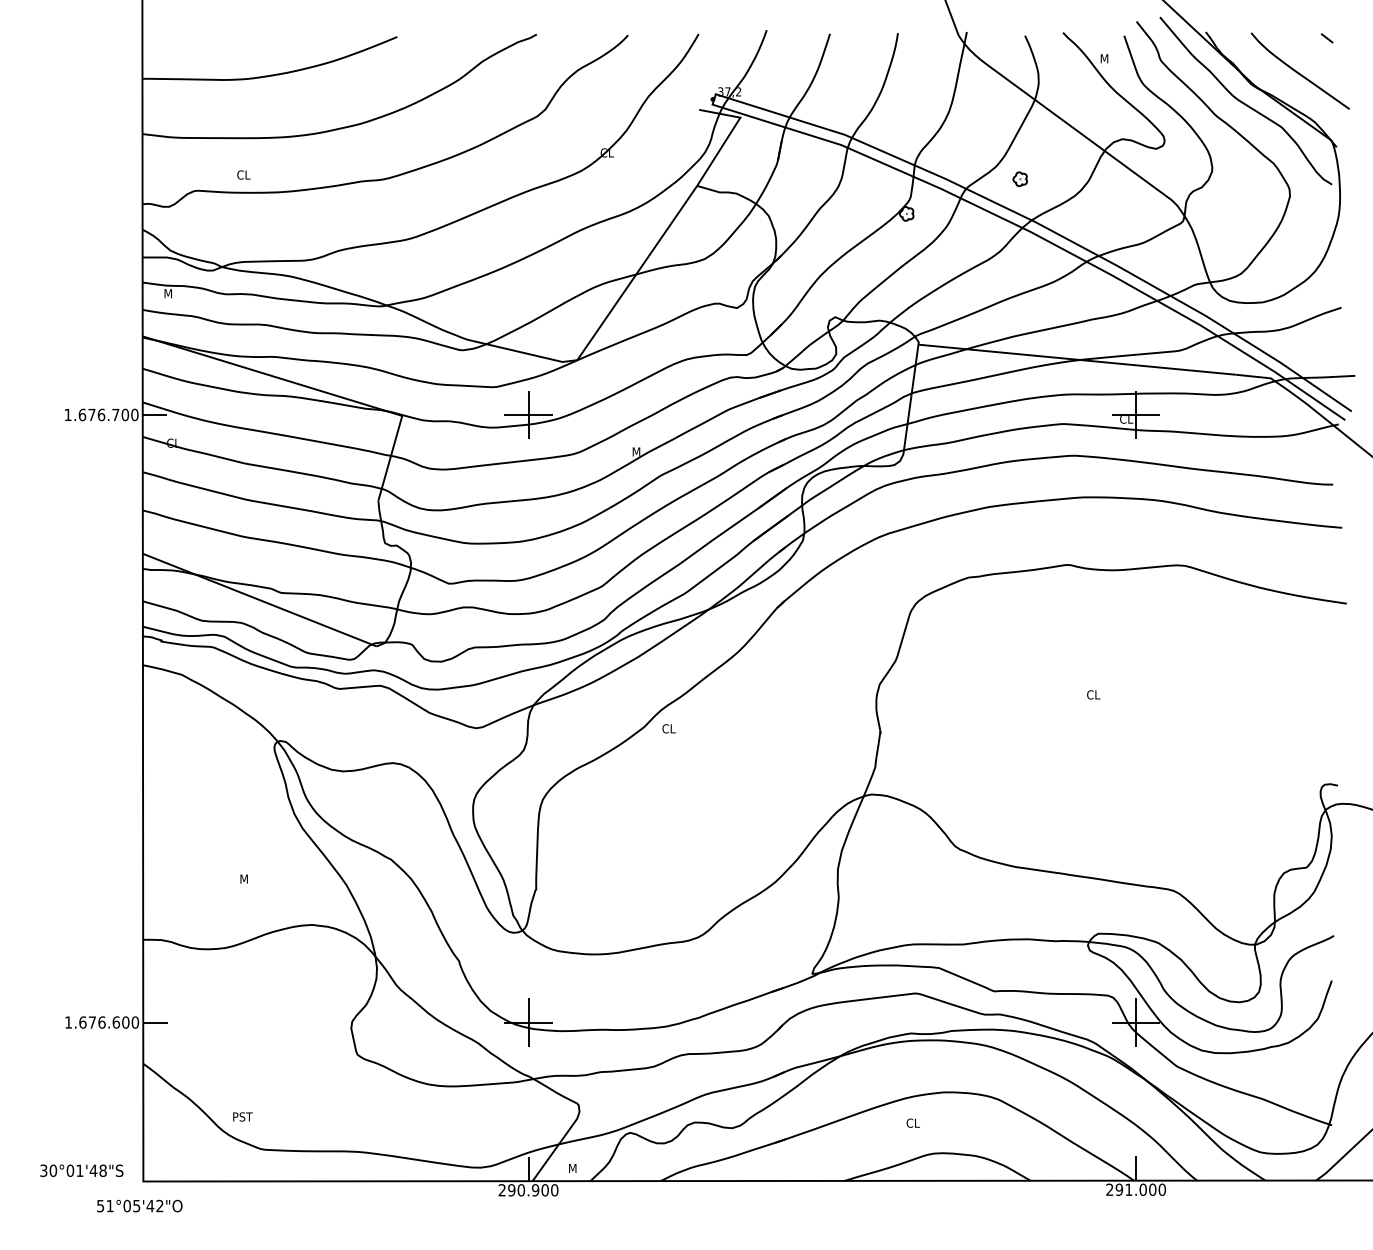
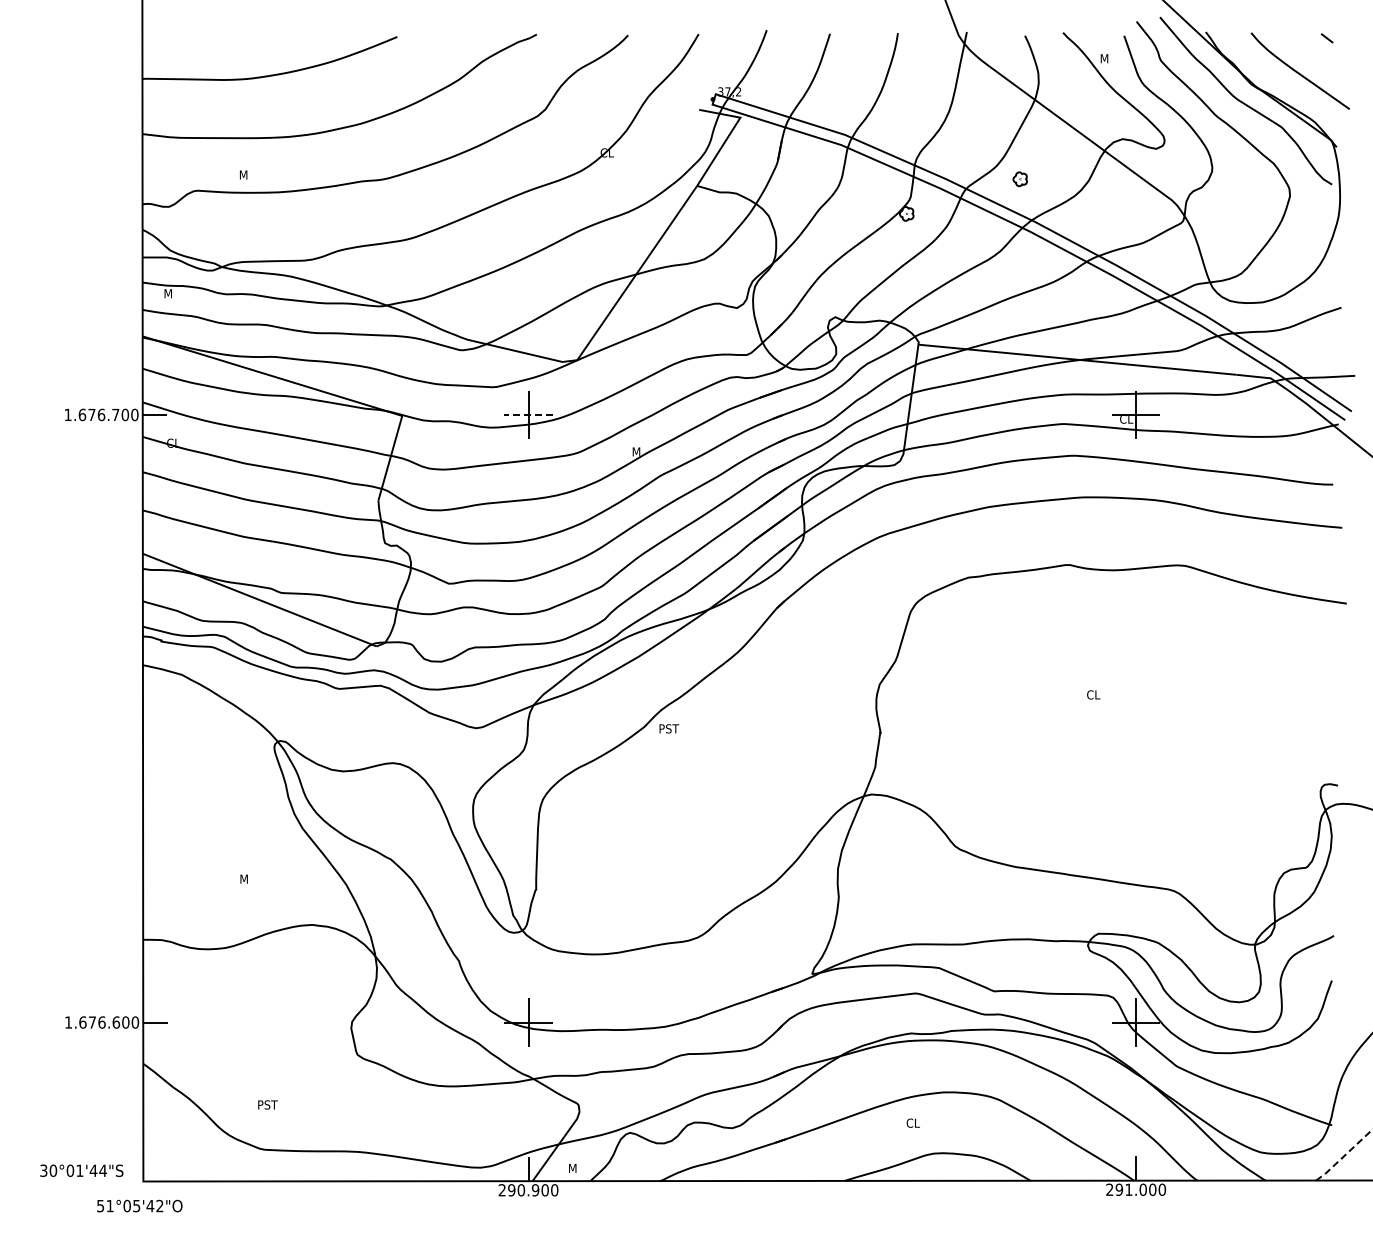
text at (243, 174): CL -> M
line at (528, 414): solid -> dashed
text at (669, 728): CL -> PST
text at (242, 1116) position: (242, 1116) -> (267, 1104)
line at (1344, 1155): solid -> dashed
text at (103, 1170): 30°01'48"S -> 30°01'44"S
